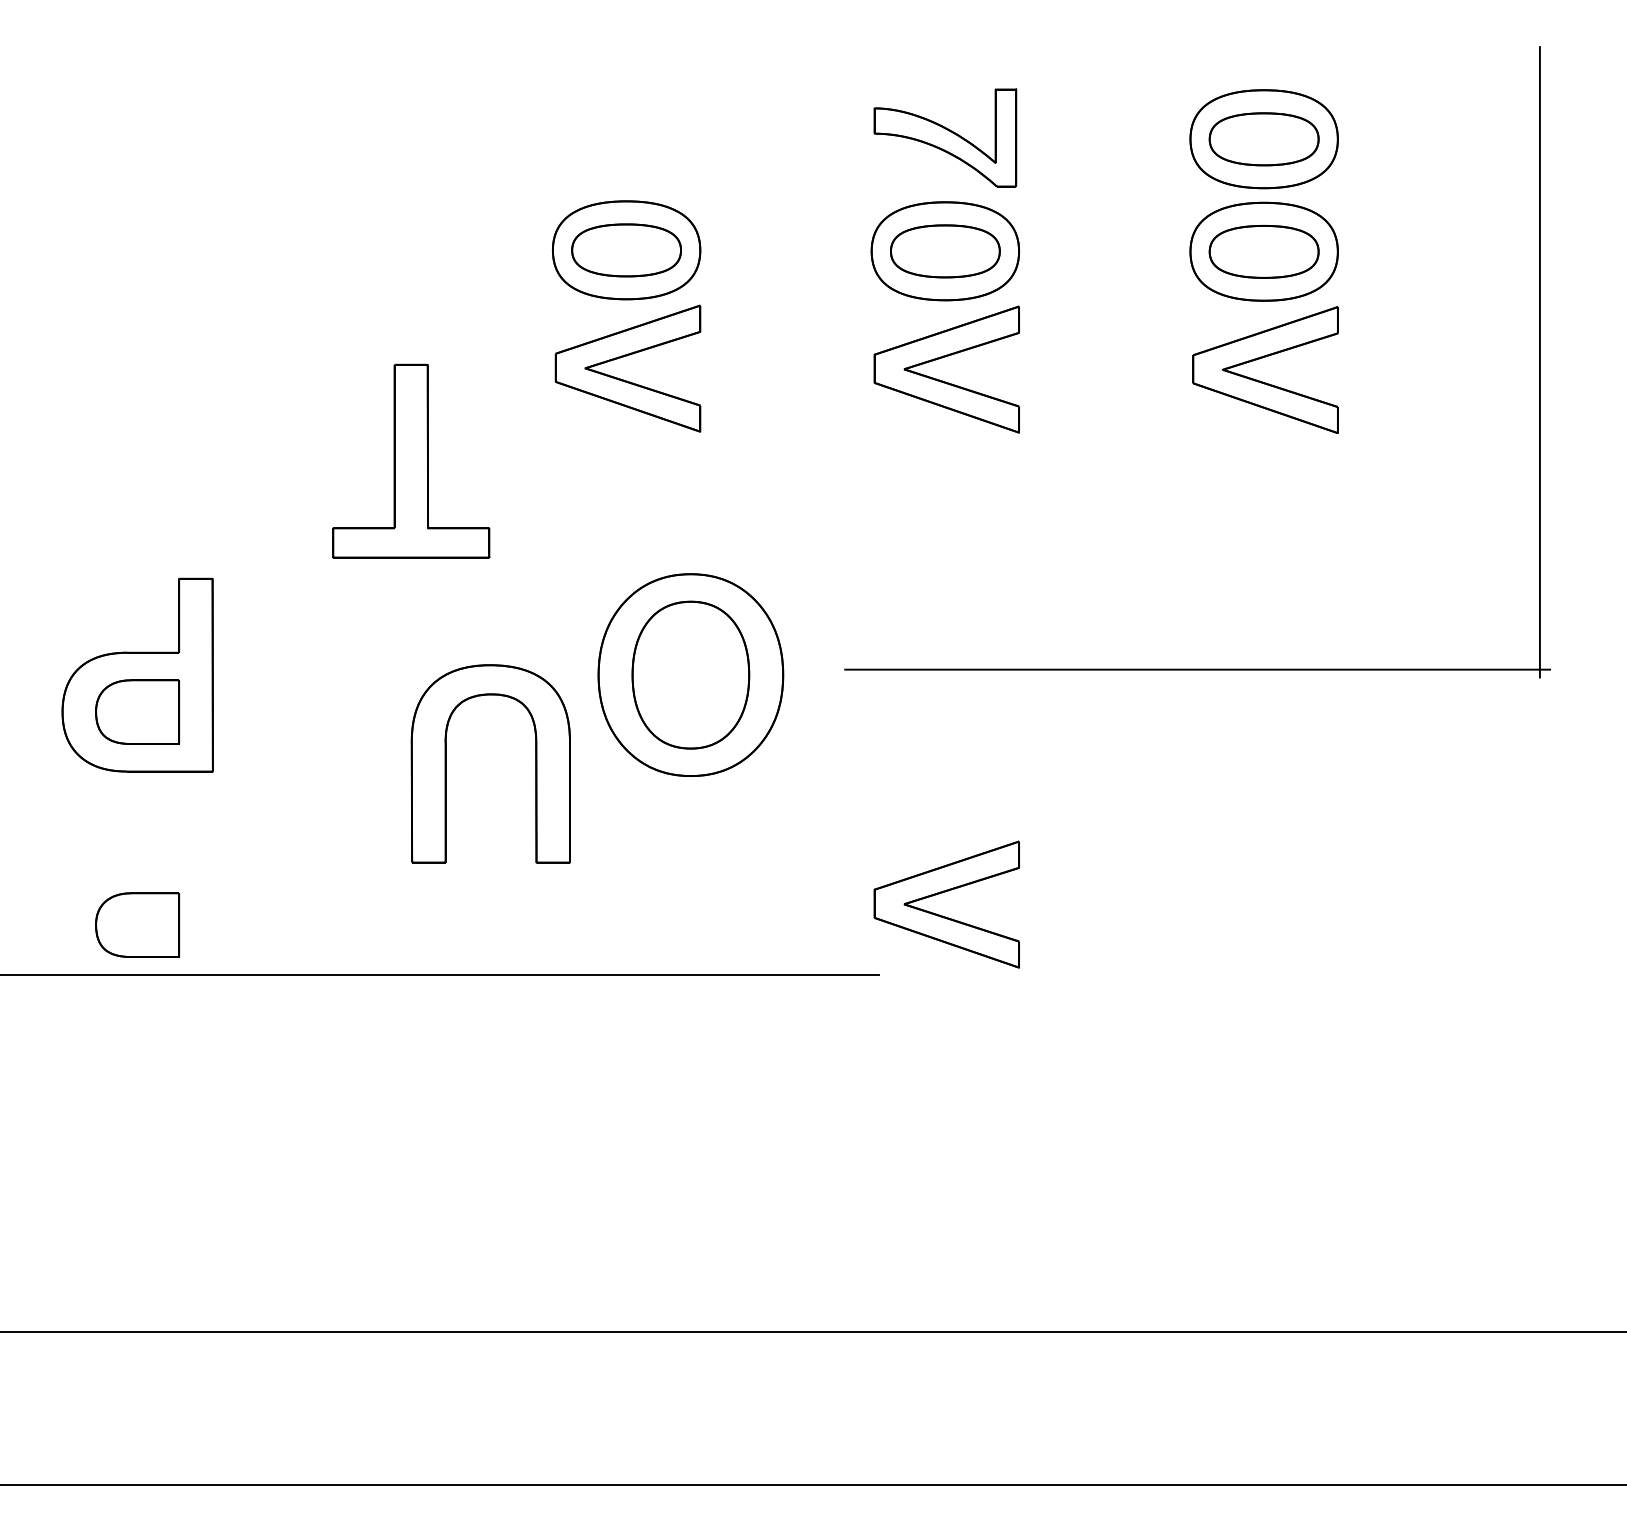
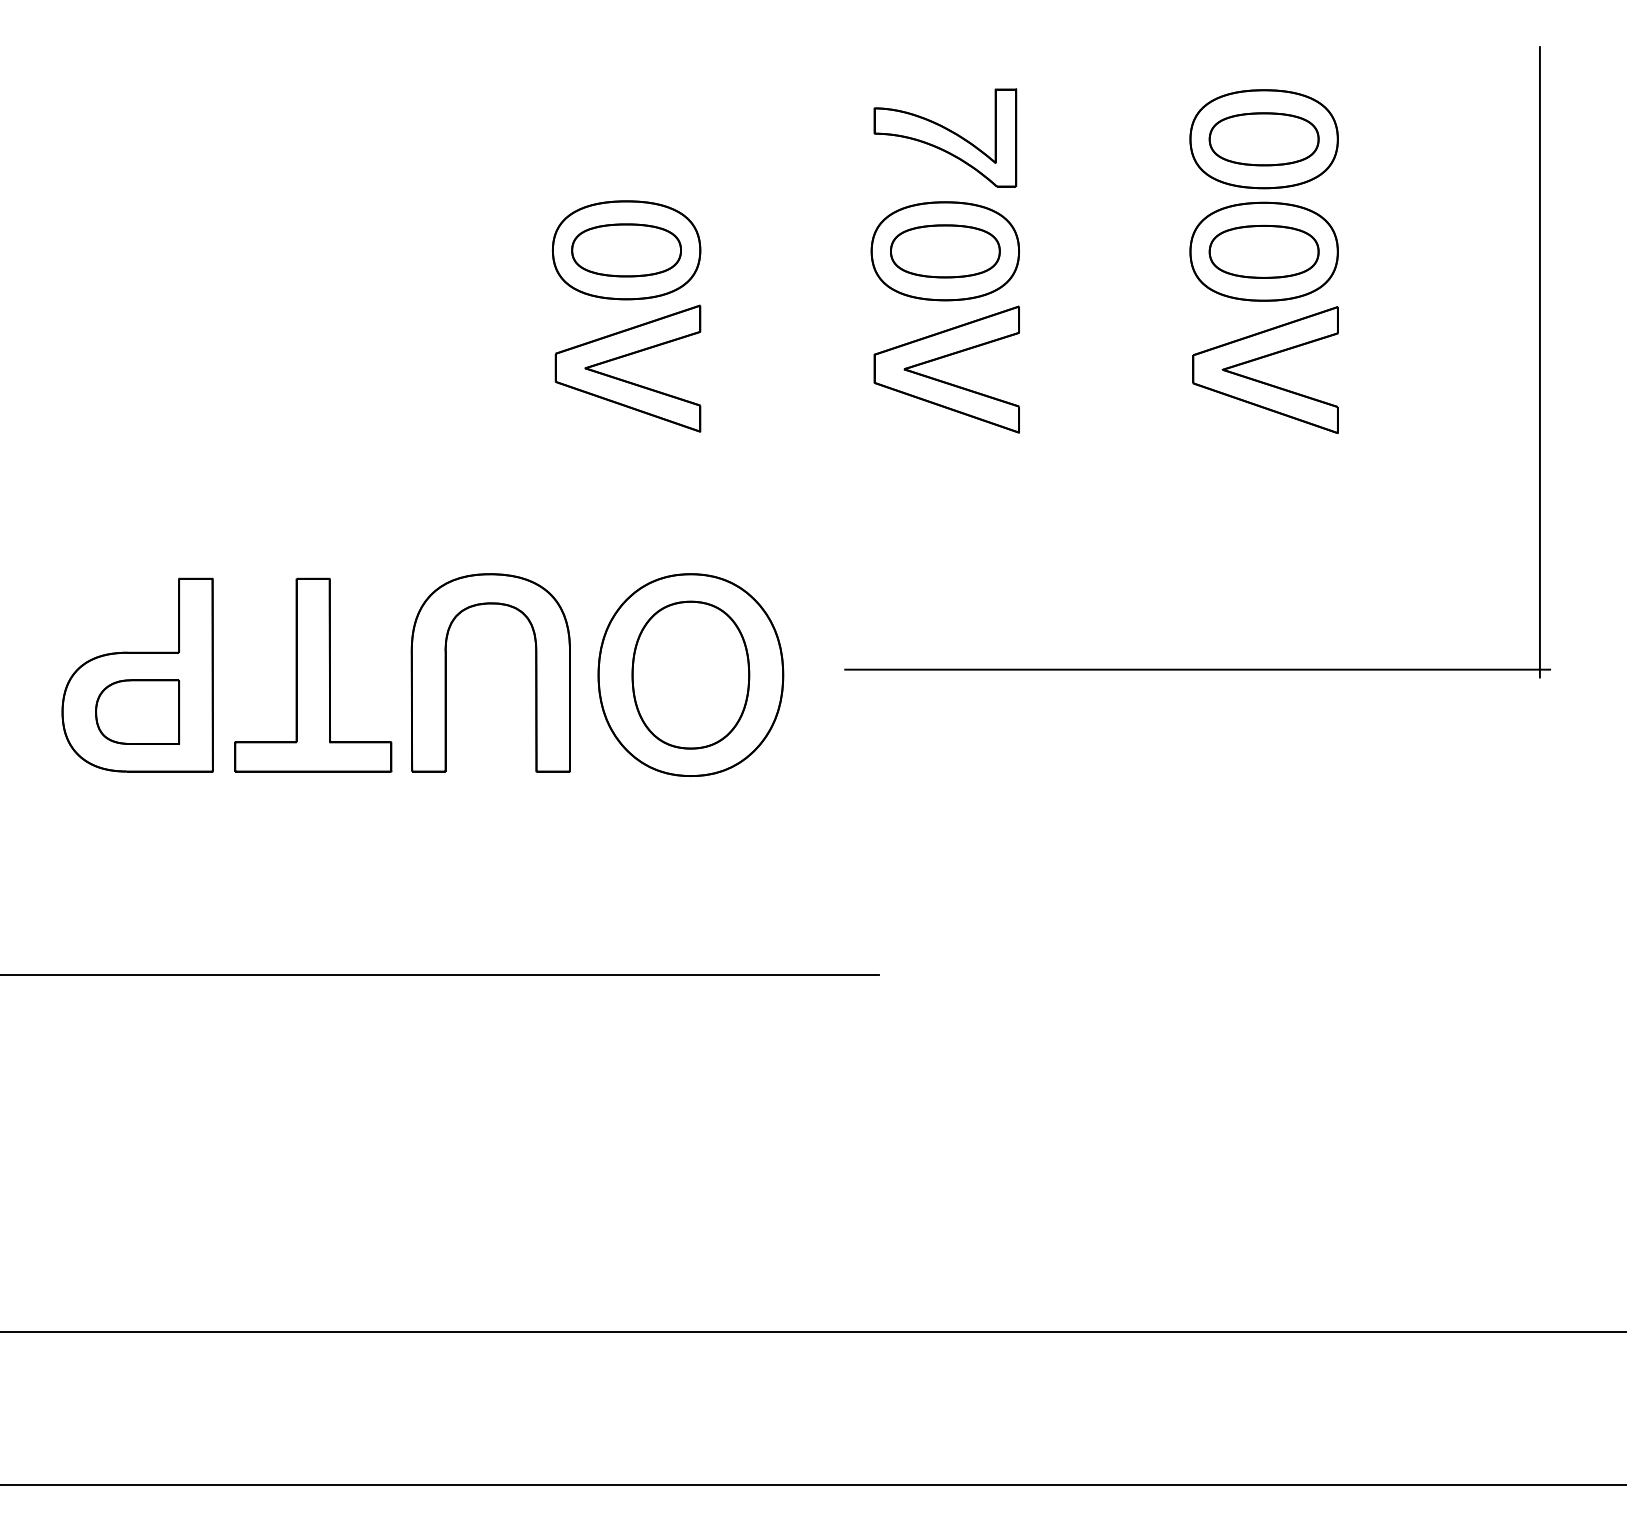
part at (411, 460) position: (411, 460) -> (313, 674)
part at (446, 763) position: (446, 763) -> (446, 672)
part at (942, 893): present -> none
part at (137, 924): present -> none
